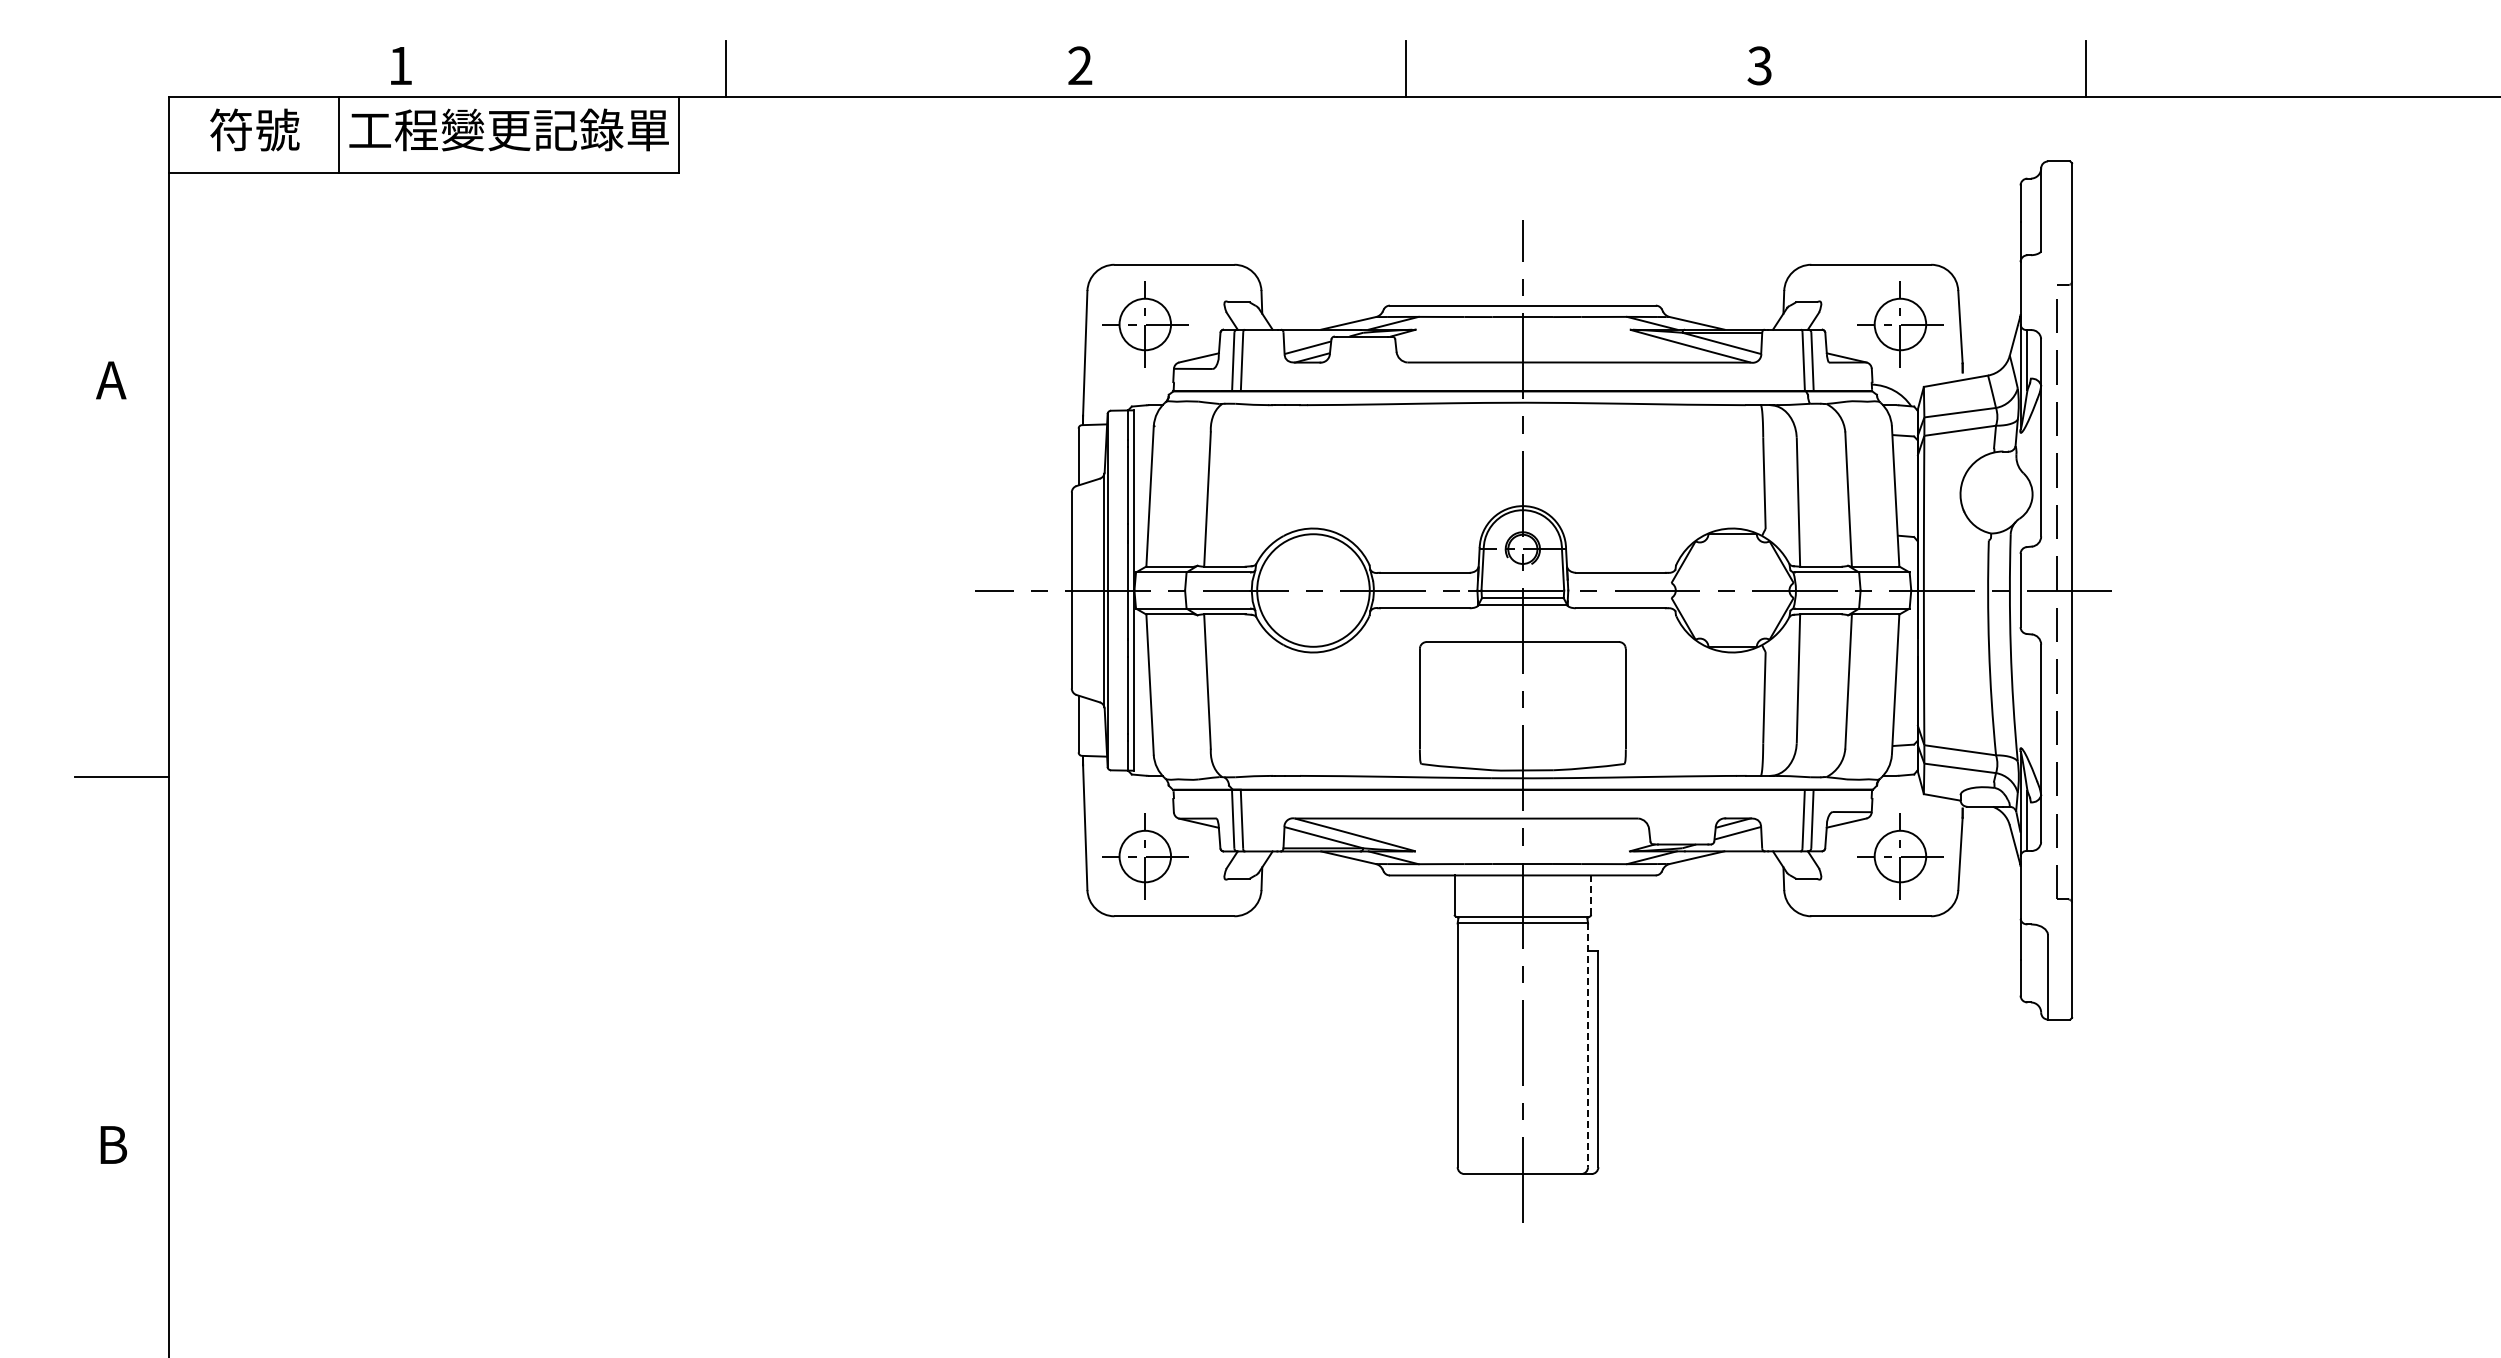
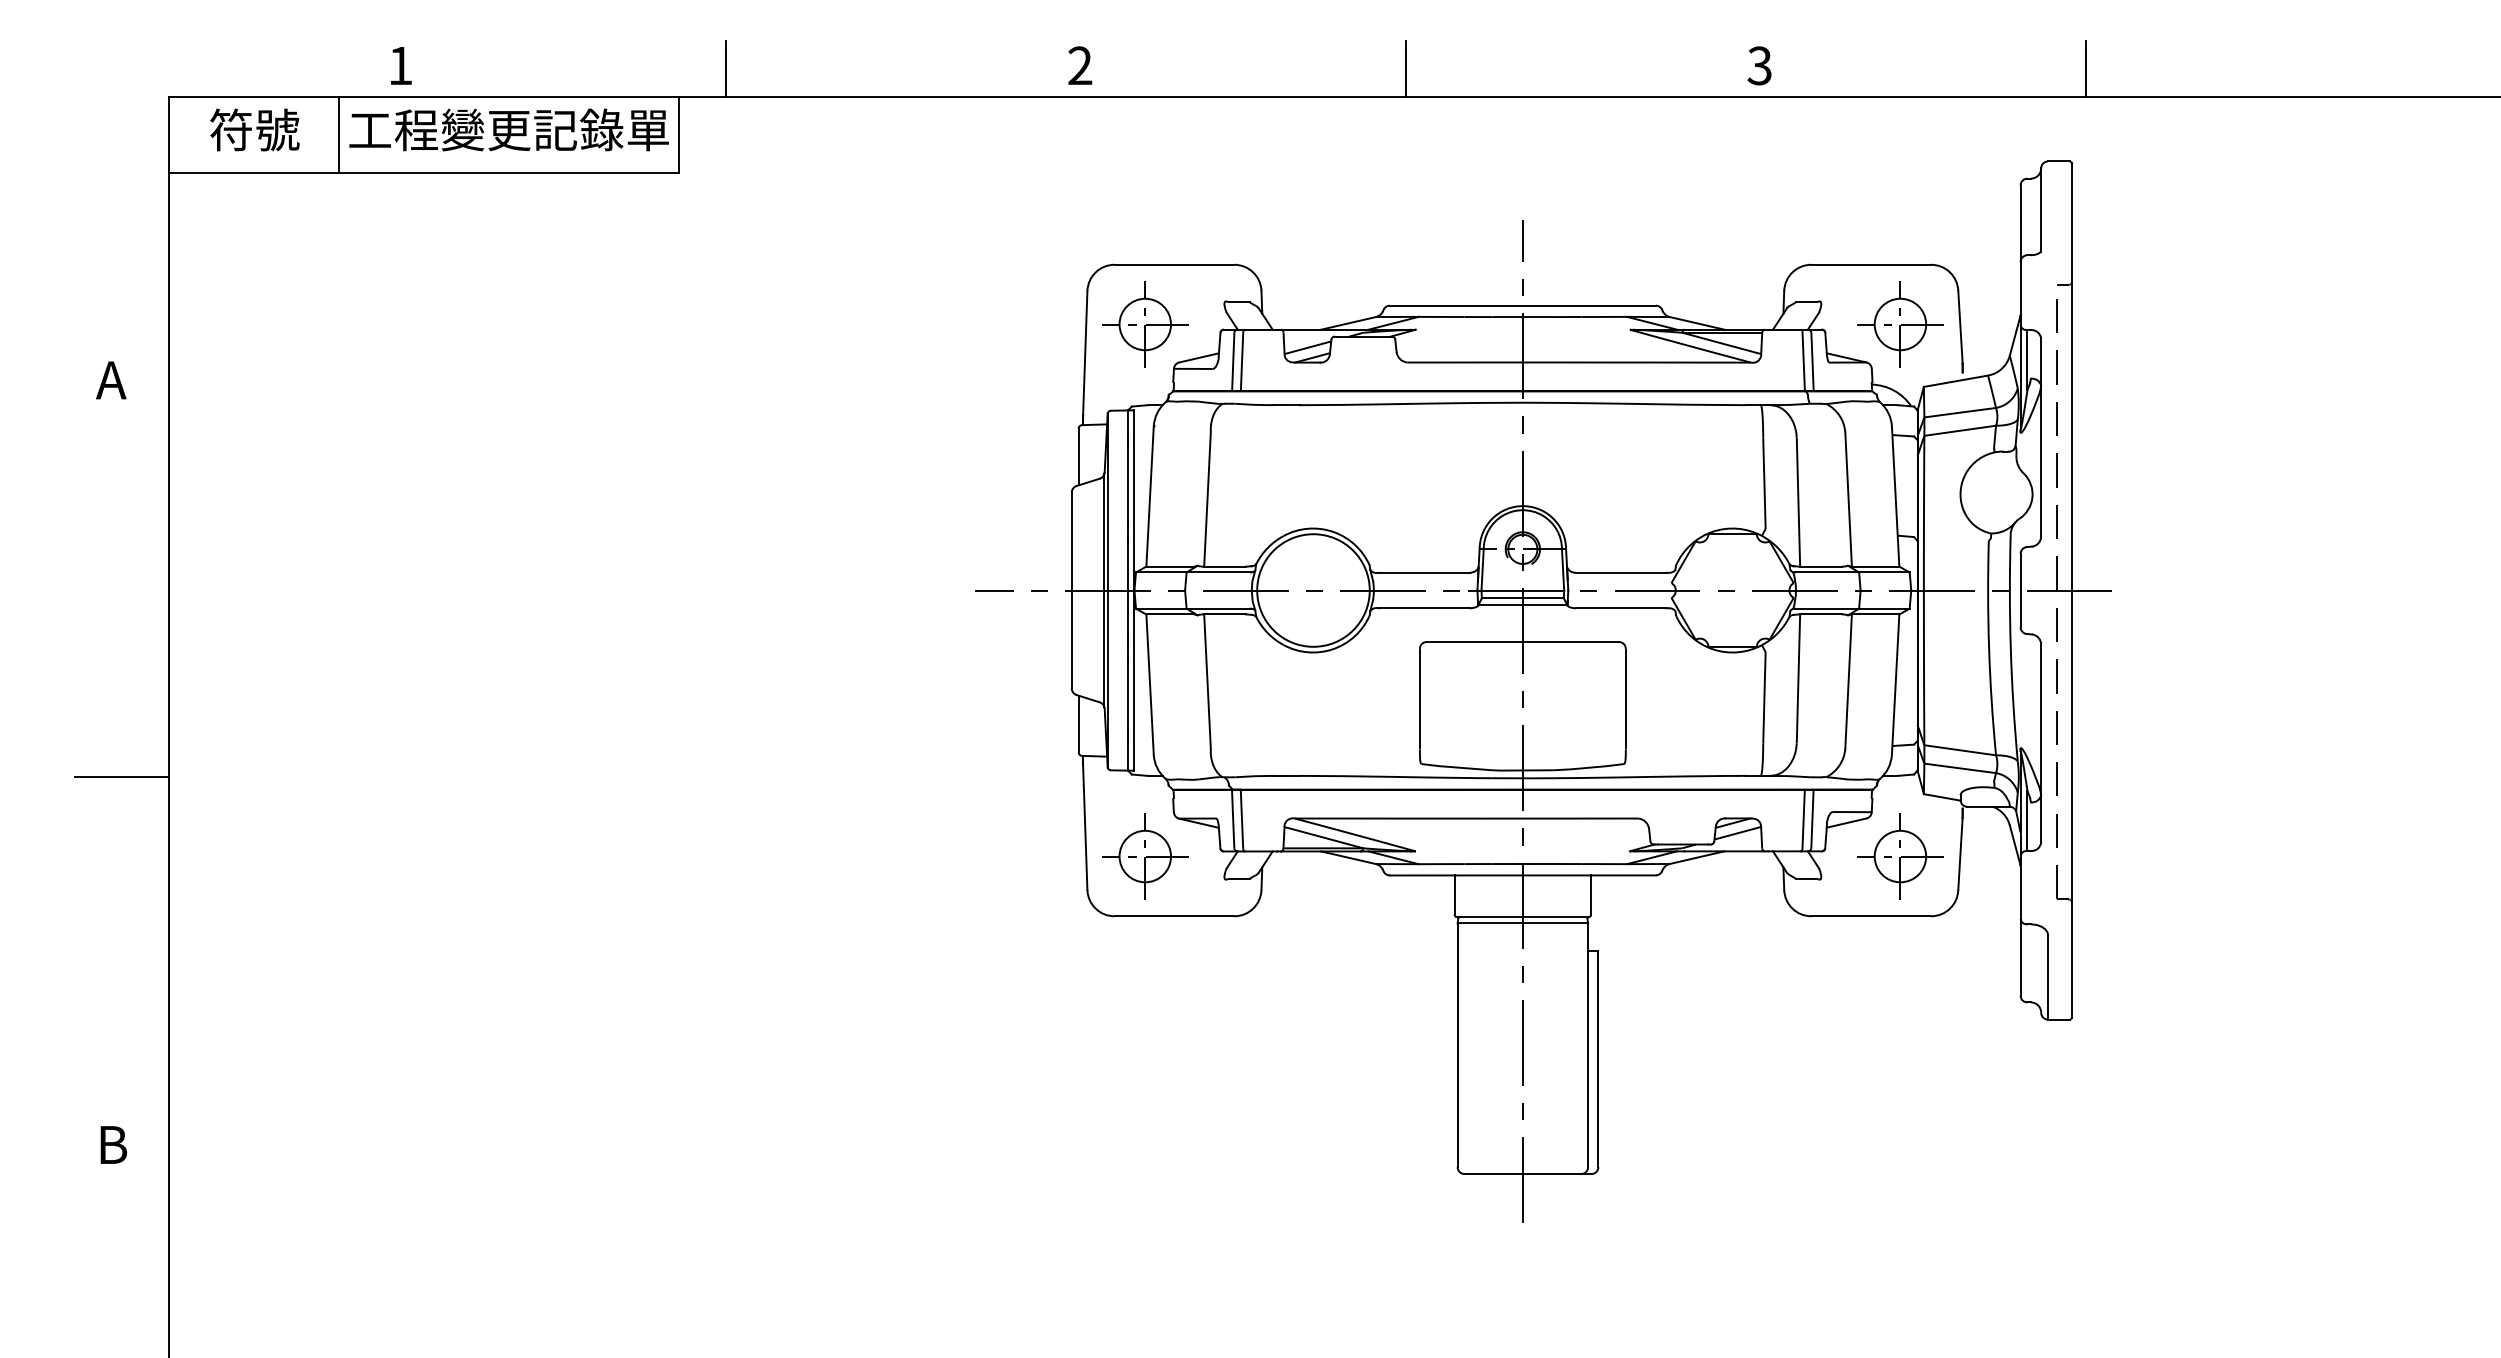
line at (1591, 895): dashed -> solid
line at (1588, 1045): dashed -> solid
